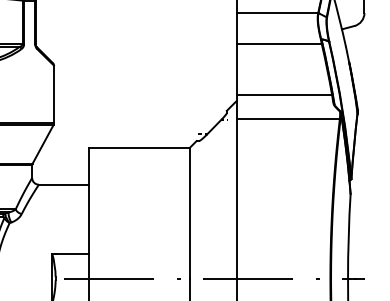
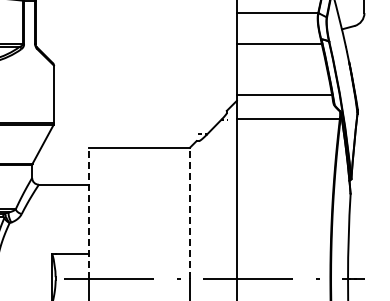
line at (89, 212): solid -> dashed
line at (189, 212): solid -> dashed
